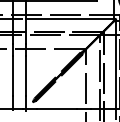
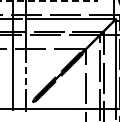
line at (49, 0): solid -> dashed
line at (25, 75): solid -> dashed
